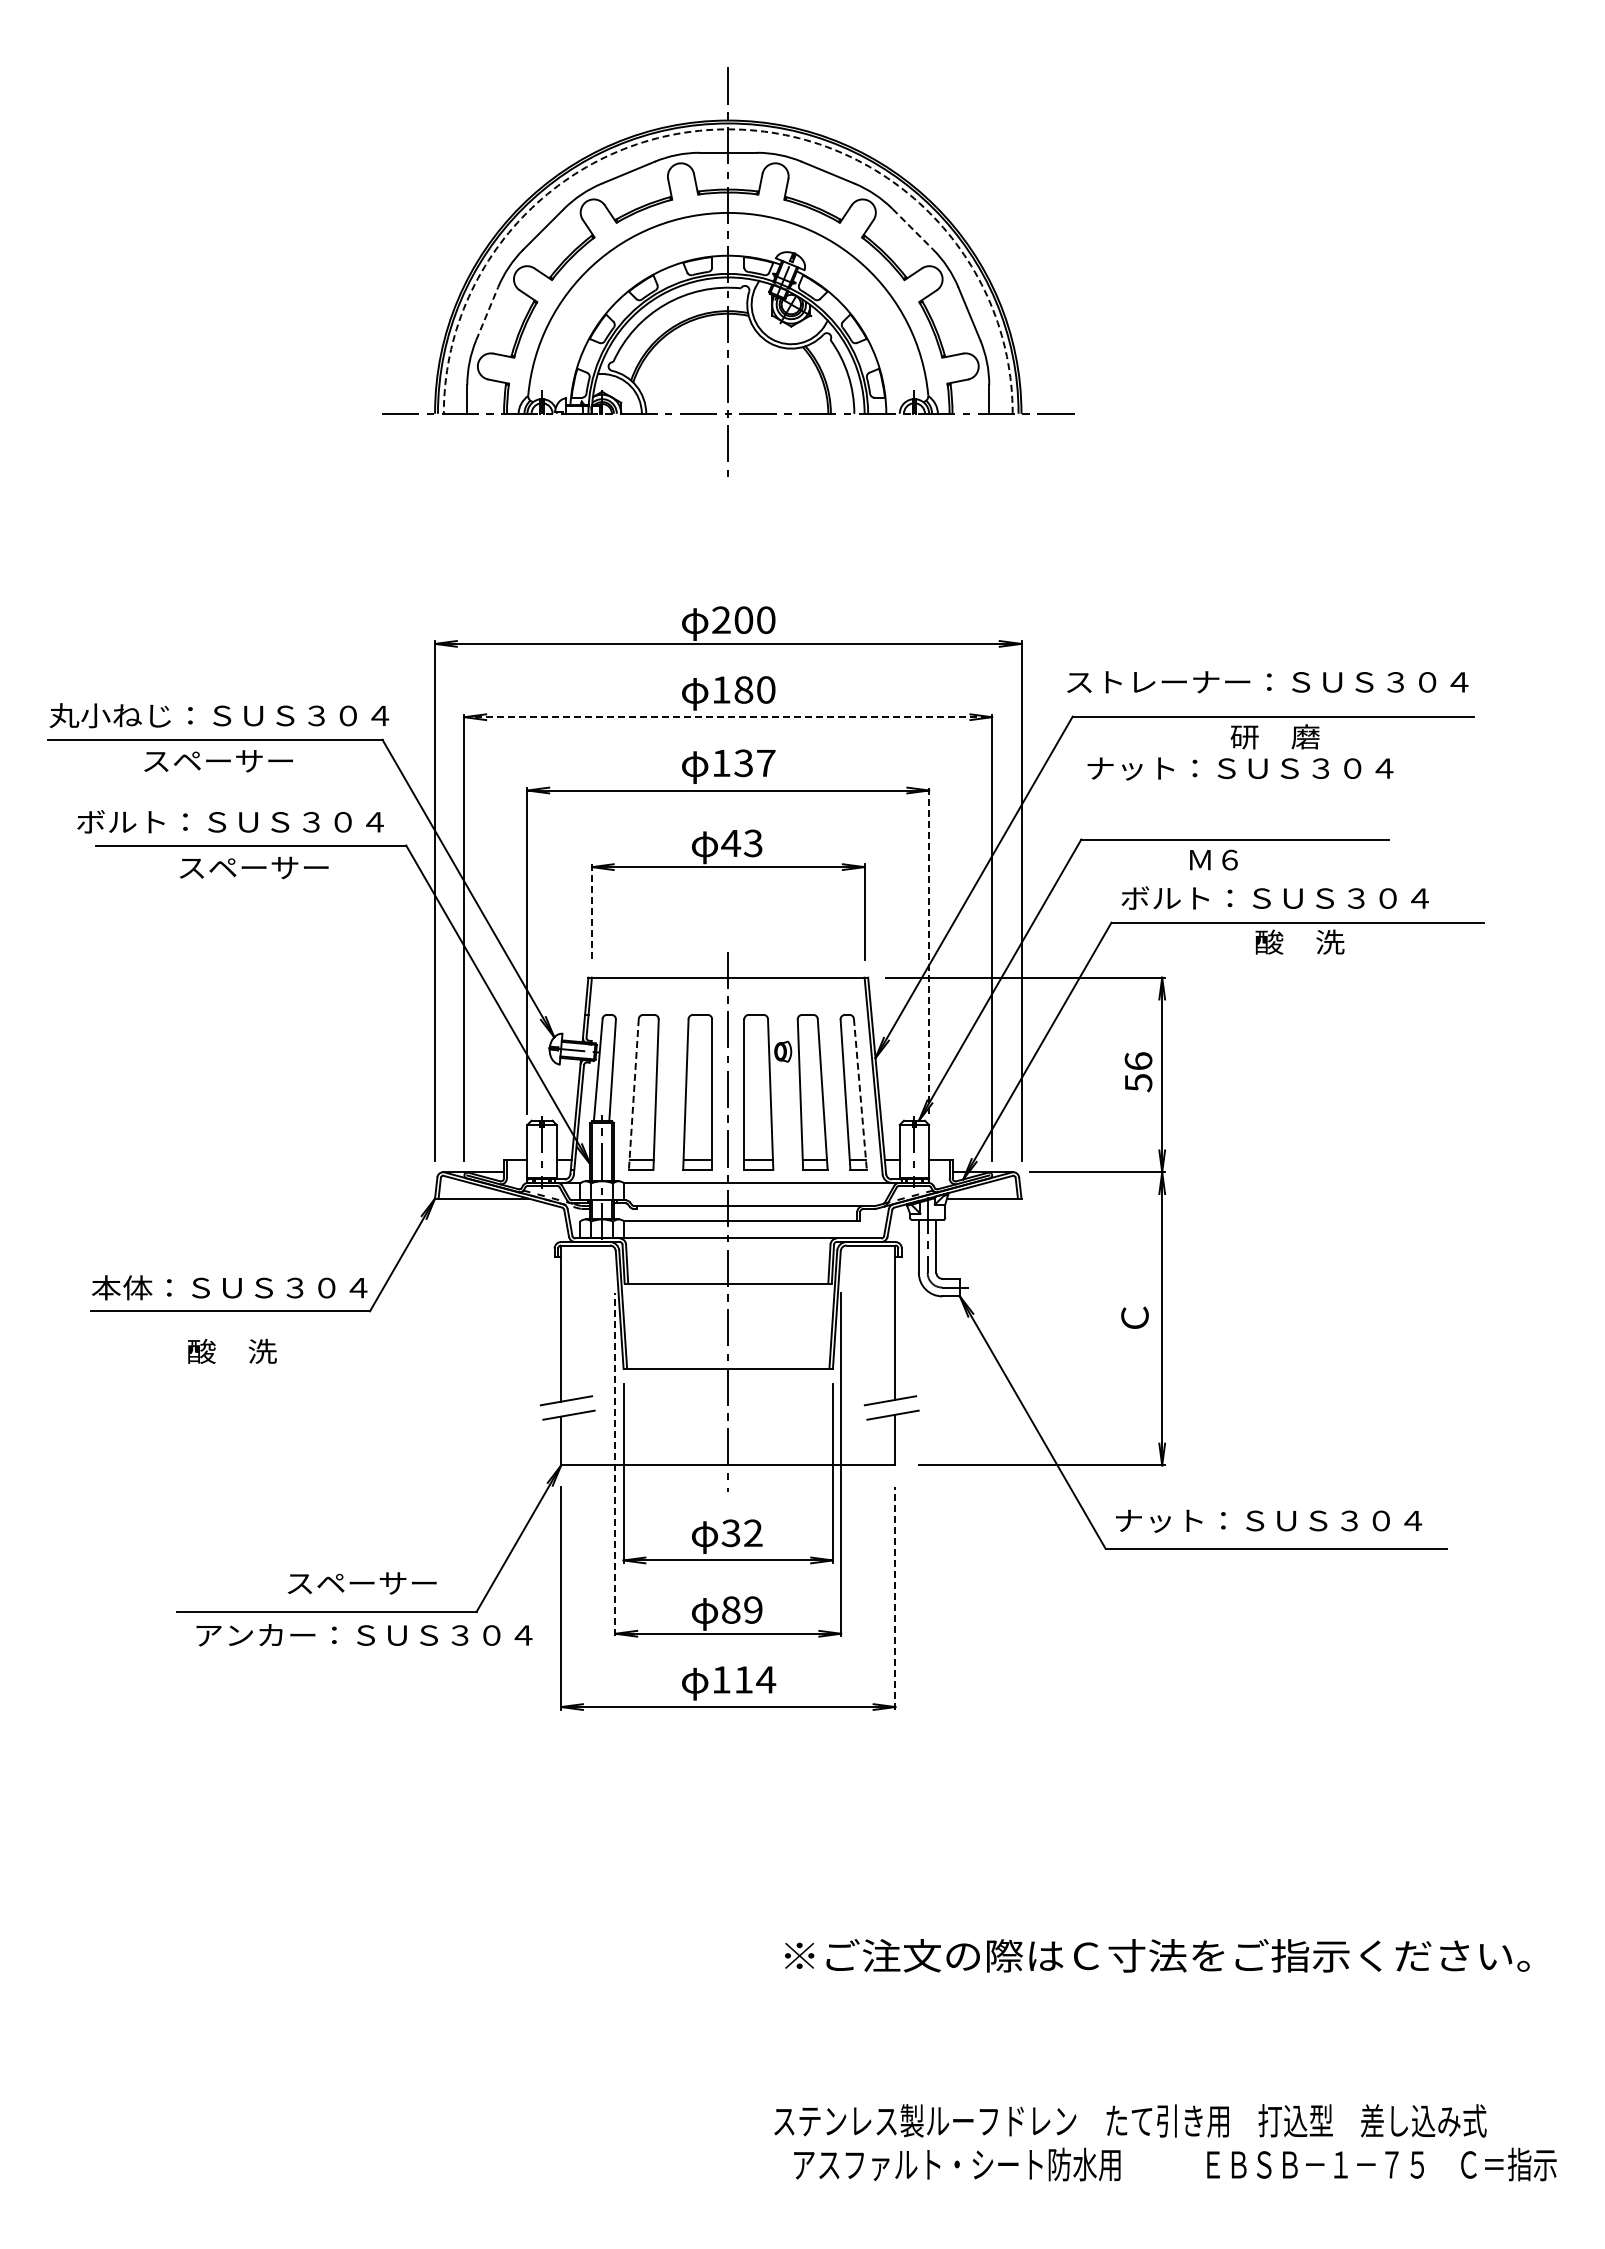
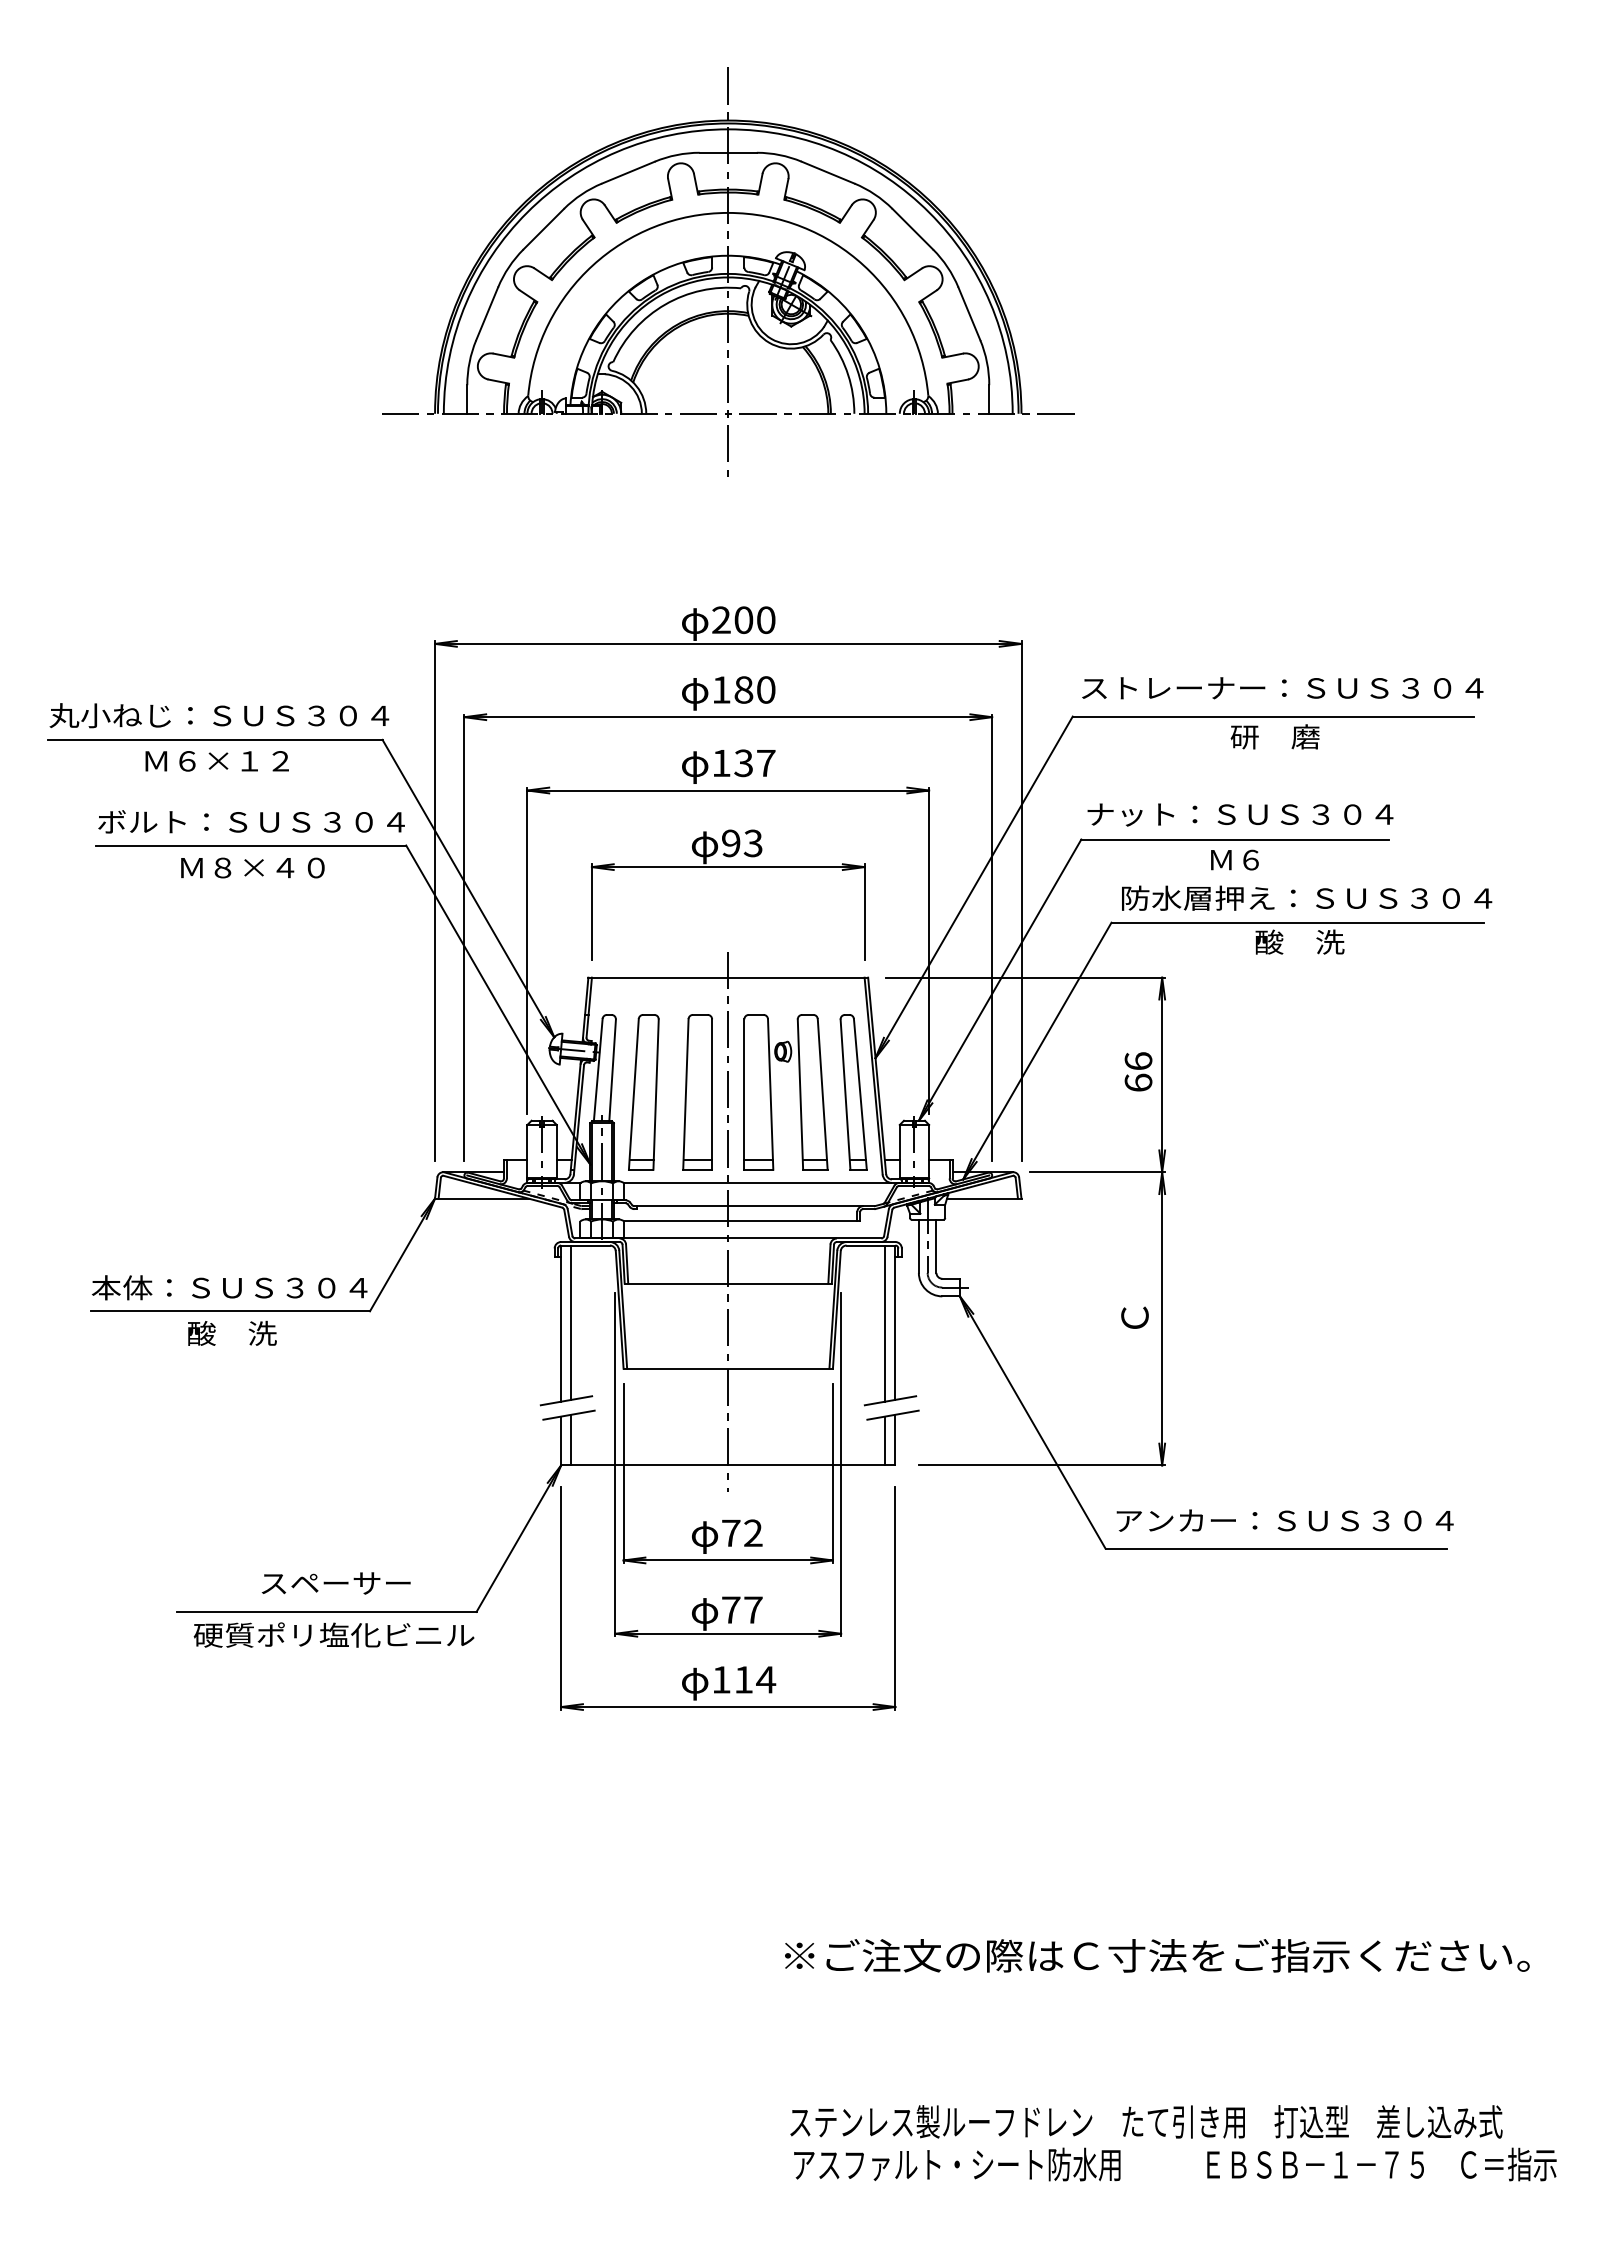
arc at (728, 129): dashed -> solid
line at (912, 229): dashed -> solid
line at (487, 313): dashed -> solid
text at (1267, 682) position: (1267, 682) -> (1282, 688)
line at (728, 717): dashed -> solid
text at (218, 761): スペーサー -> Ｍ６×１２
text at (1240, 768) position: (1240, 768) -> (1240, 814)
text at (230, 821) position: (230, 821) -> (251, 821)
text at (731, 843): 43 -> 93
text at (1213, 859) position: (1213, 859) -> (1234, 859)
text at (254, 867): スペーサー -> Ｍ８×４０
text at (1306, 897): ボルト：ＳＵＳ３０４ -> 防水層押え：ＳＵＳ３０４
line at (591, 912): dashed -> solid
line at (929, 950): dashed -> solid
text at (1138, 1082): 56 -> 66
line at (633, 1094): dashed -> solid
line at (860, 1094): dashed -> solid
line at (571, 1322): none -> present
line at (885, 1323): none -> present
text at (232, 1350) position: (232, 1350) -> (232, 1332)
line at (571, 1439): none -> present
line at (885, 1440): none -> present
line at (615, 1464): dashed -> solid
text at (1284, 1520): ナット：ＳＵＳ３０４ -> アンカー：ＳＵＳ３０４
text at (730, 1533): 32 -> 72
text at (361, 1583) position: (361, 1583) -> (335, 1583)
line at (895, 1598): dashed -> solid
text at (742, 1609): 89 -> 77
text at (362, 1634): アンカー：ＳＵＳ３０４ -> 硬質ポリ塩化ビニル
text at (1130, 2120) position: (1130, 2120) -> (1146, 2121)
